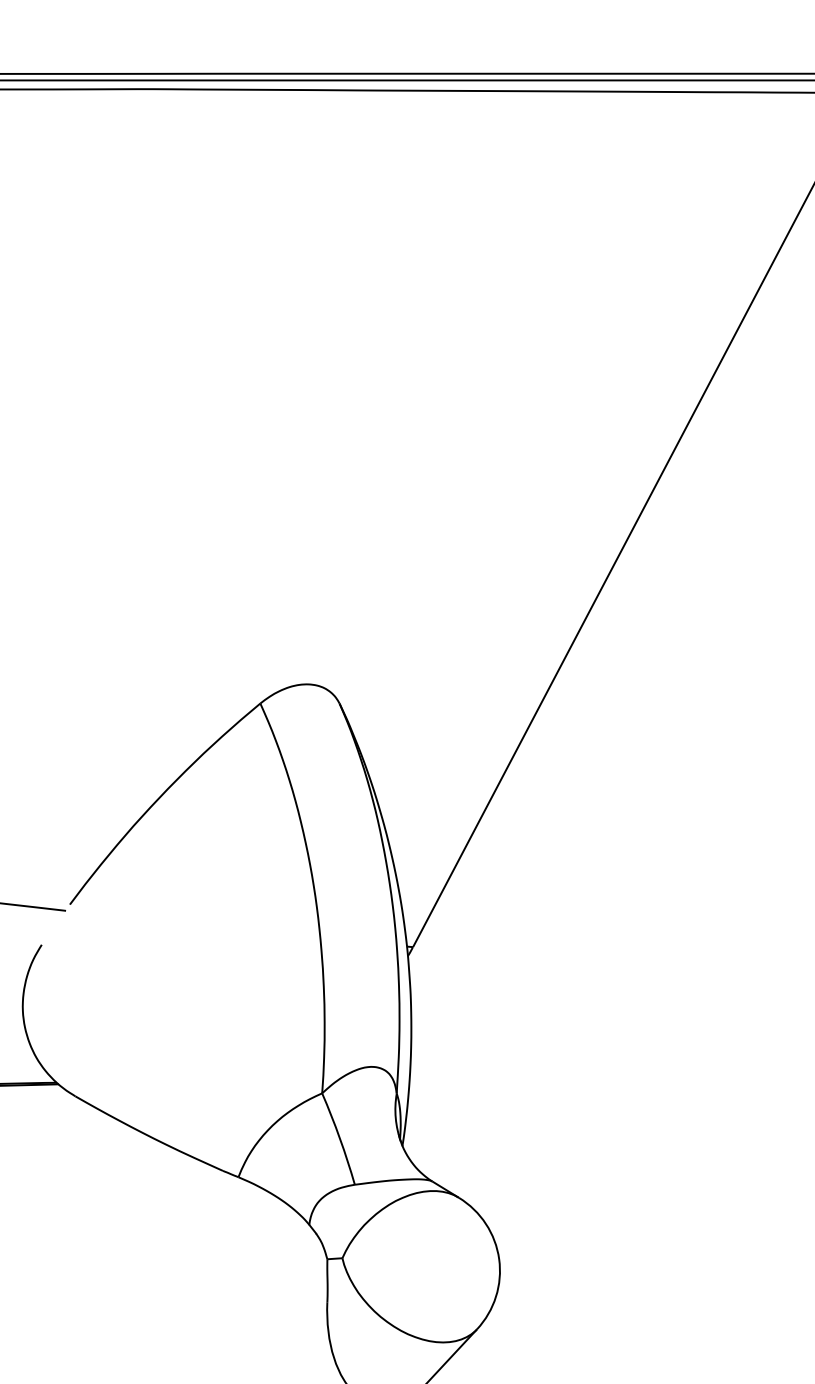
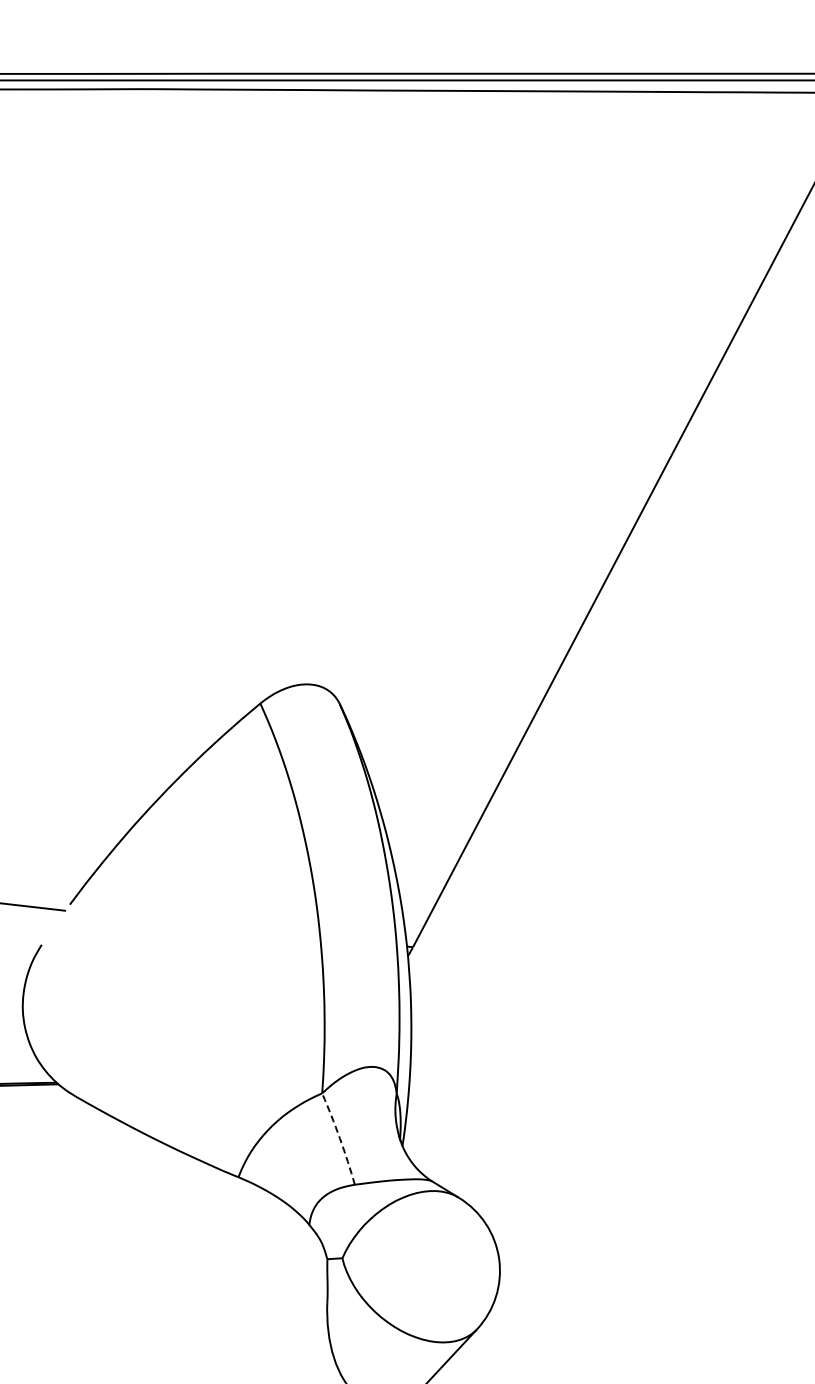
arc at (340, 1138): solid -> dashed
